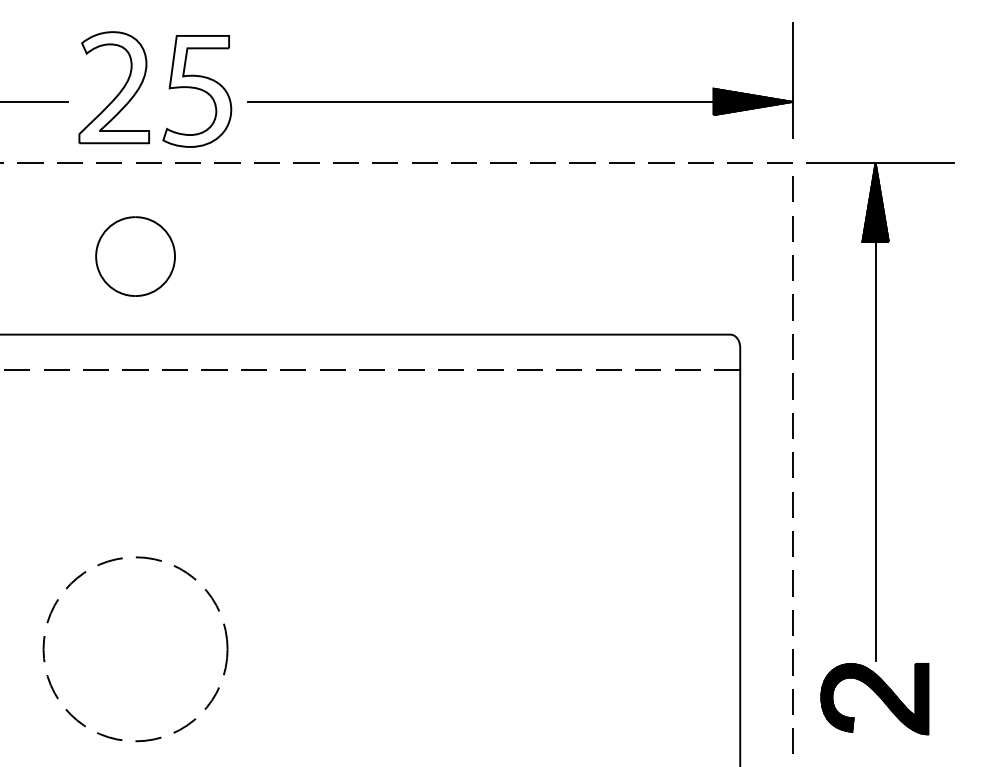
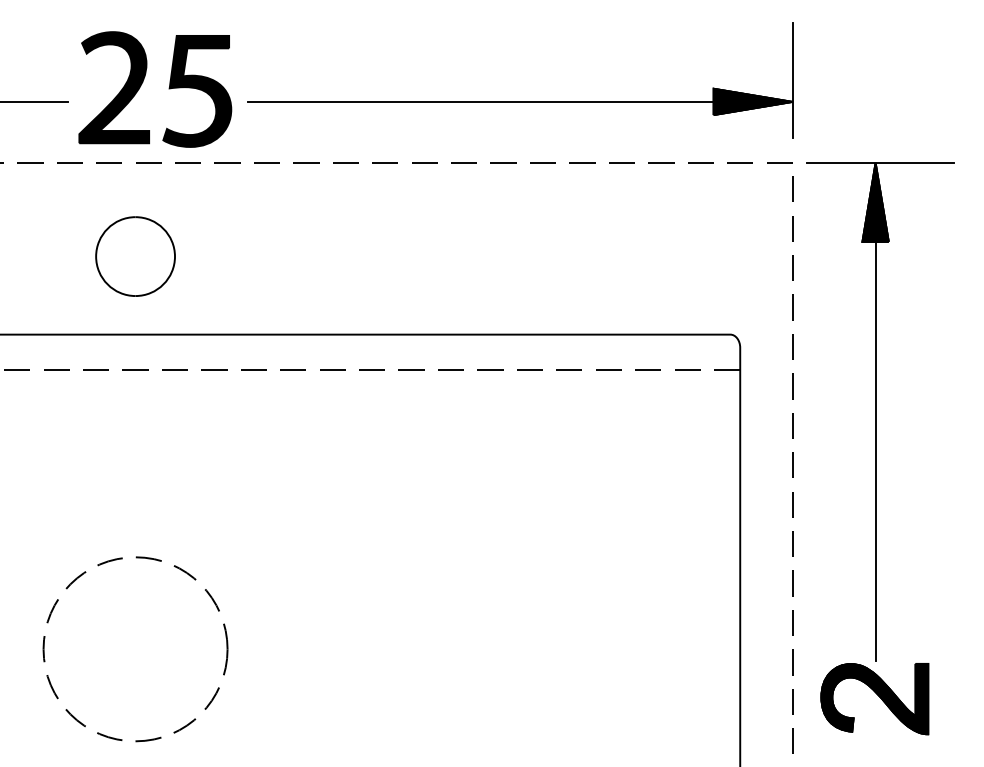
fill at (114, 87): none -> present
fill at (197, 90): none -> present
